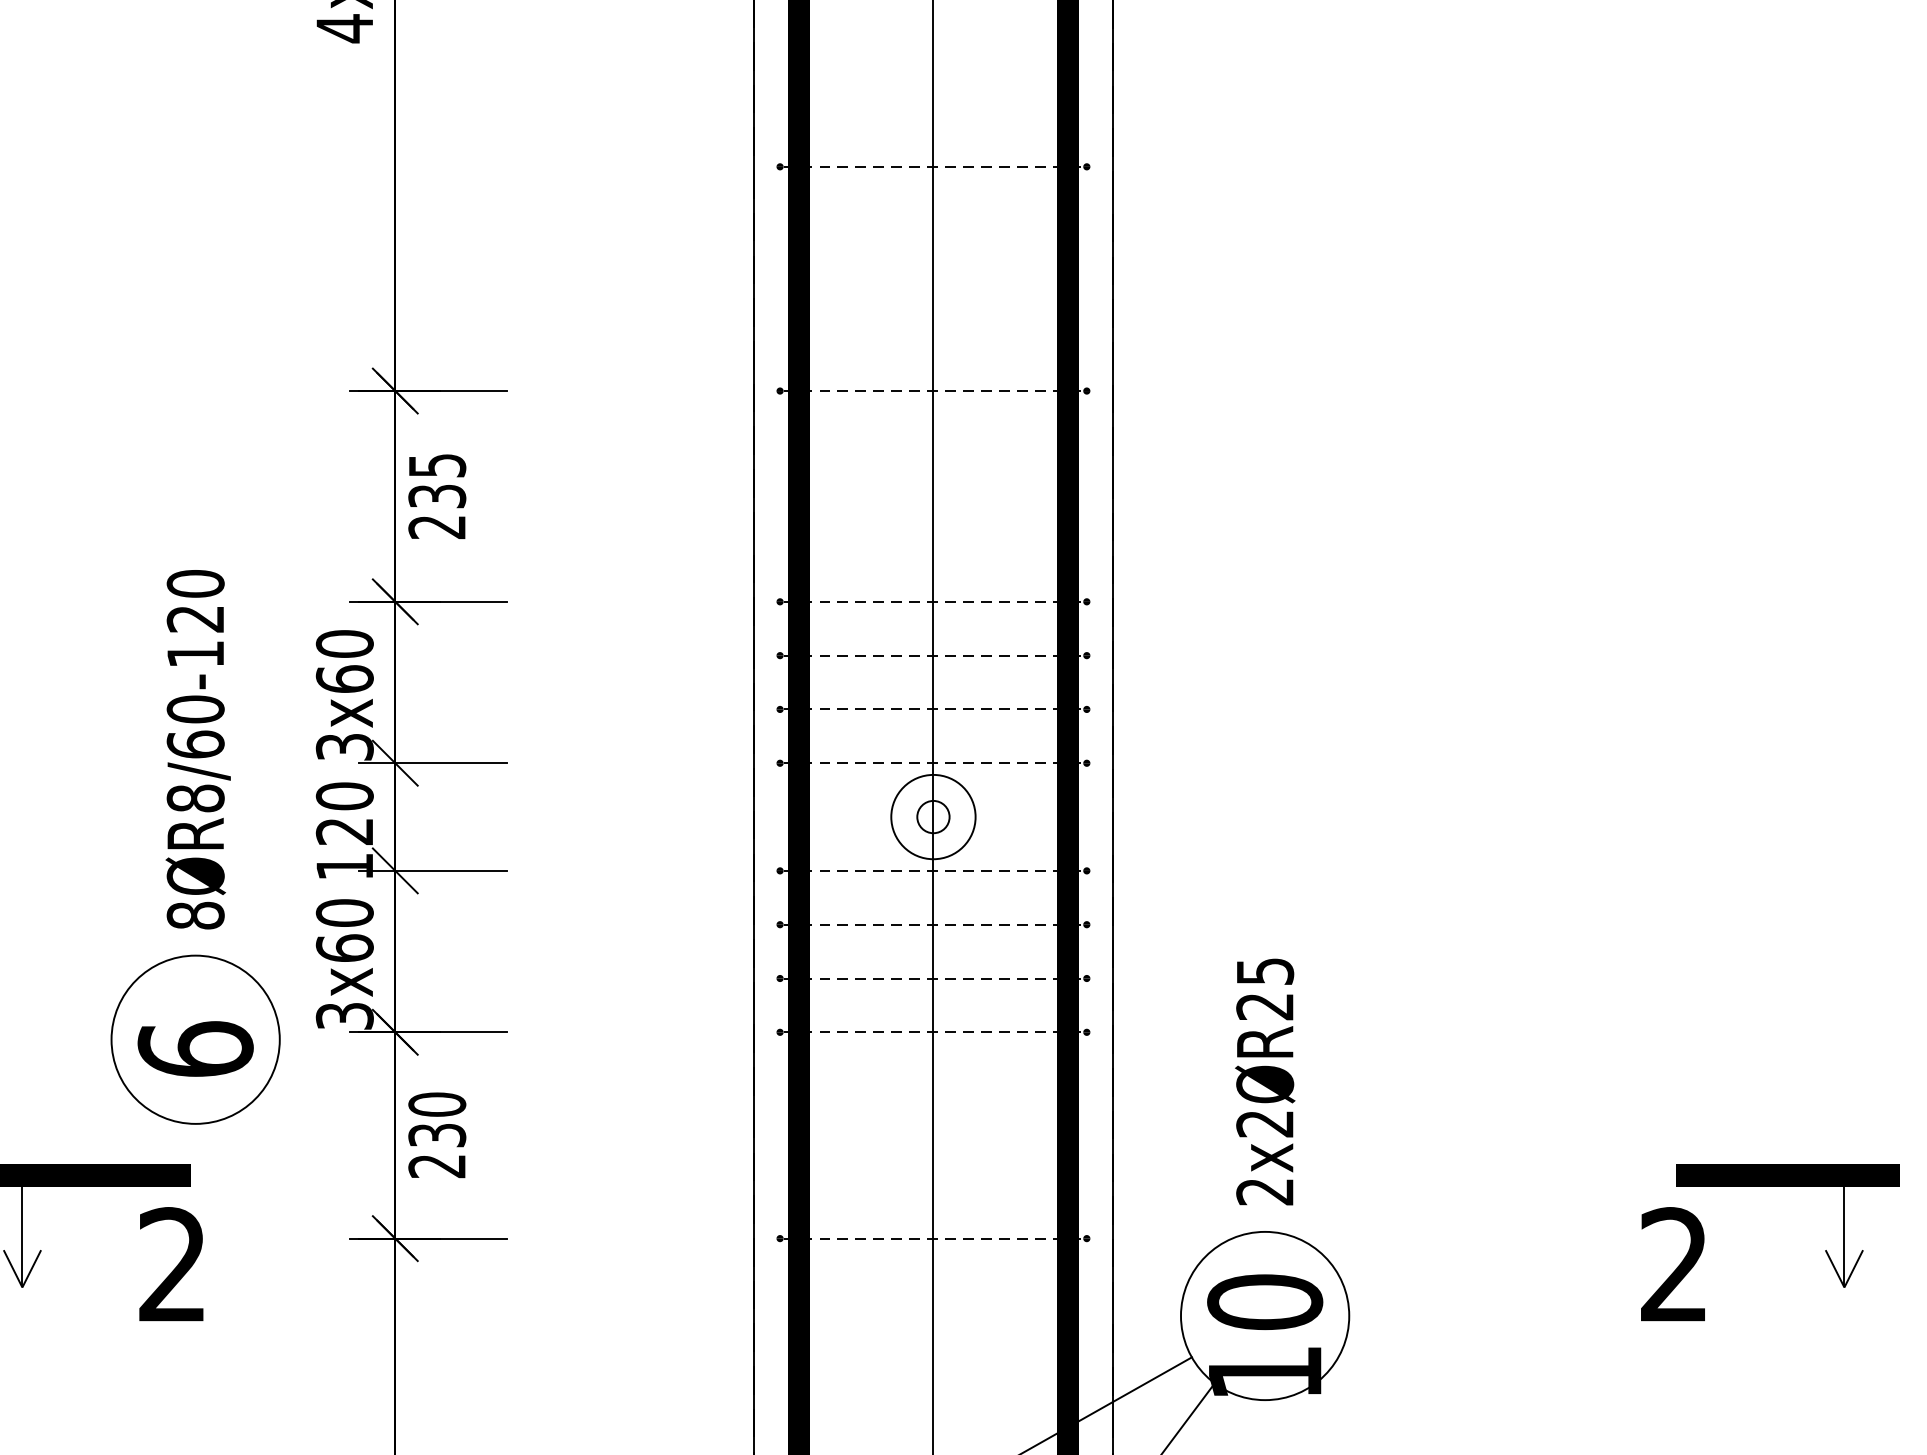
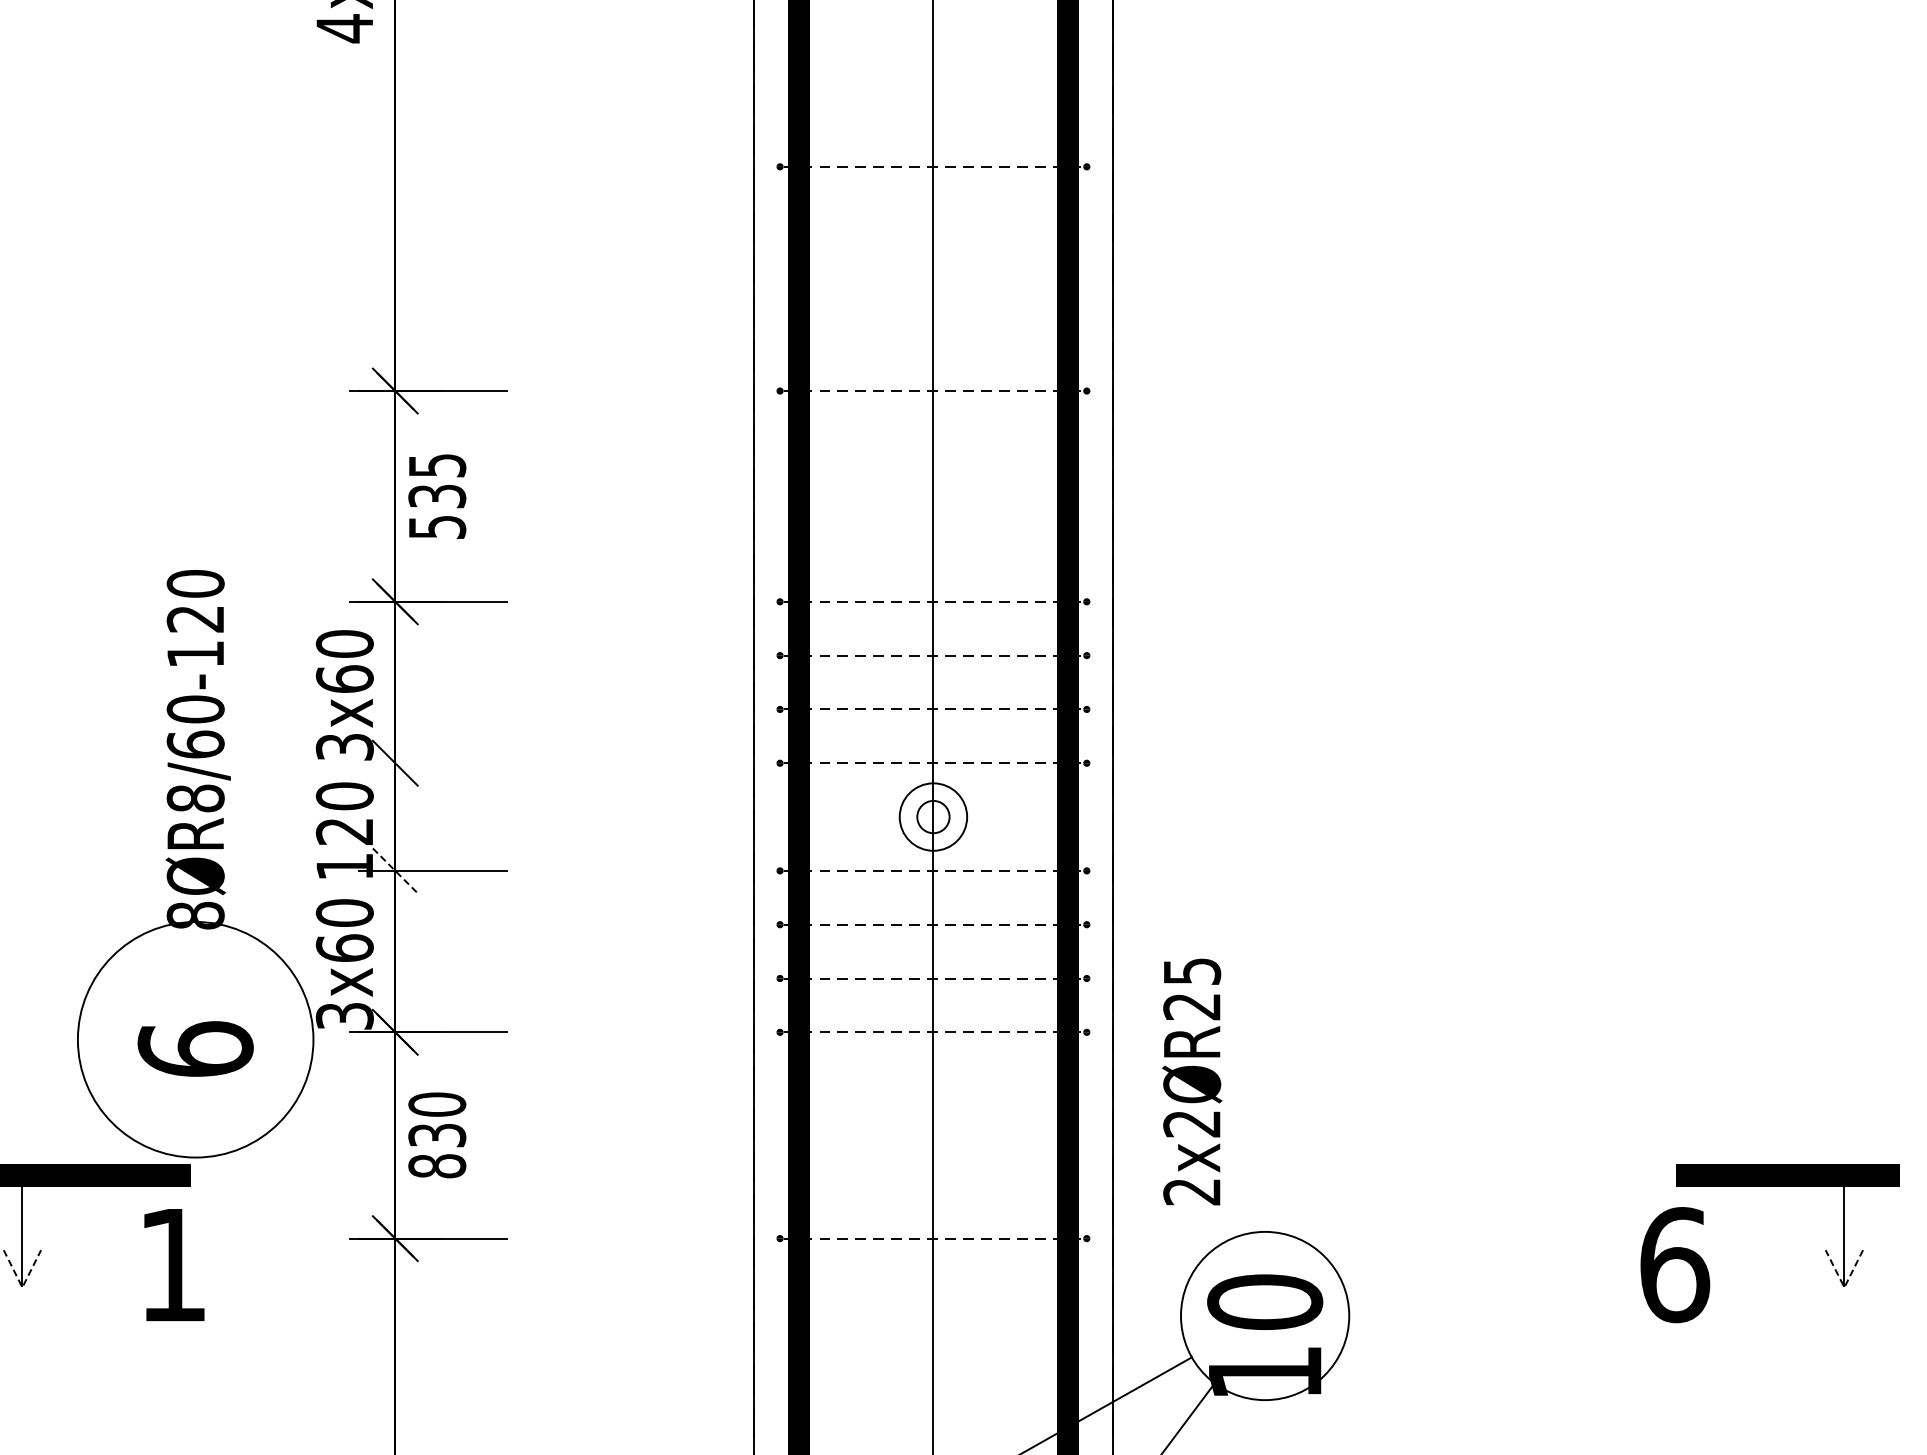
text at (437, 527): 235 -> 535
line at (433, 763): present -> none
circle at (933, 816) diameter: 84 px -> 67 px
line at (395, 870): solid -> dashed
circle at (195, 1039) diameter: 168 px -> 236 px
text at (1265, 1081) position: (1265, 1081) -> (1192, 1081)
text at (437, 1166): 230 -> 830
text at (171, 1264): 2 -> 1
text at (1675, 1265): 2 -> 6
line at (22, 1287): solid -> dashed
line at (1844, 1287): solid -> dashed
